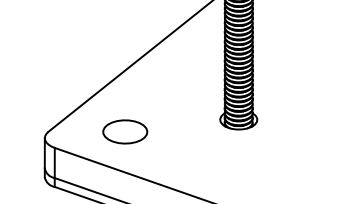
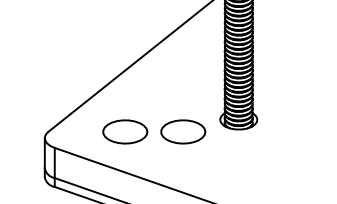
part at (183, 131): none -> present
